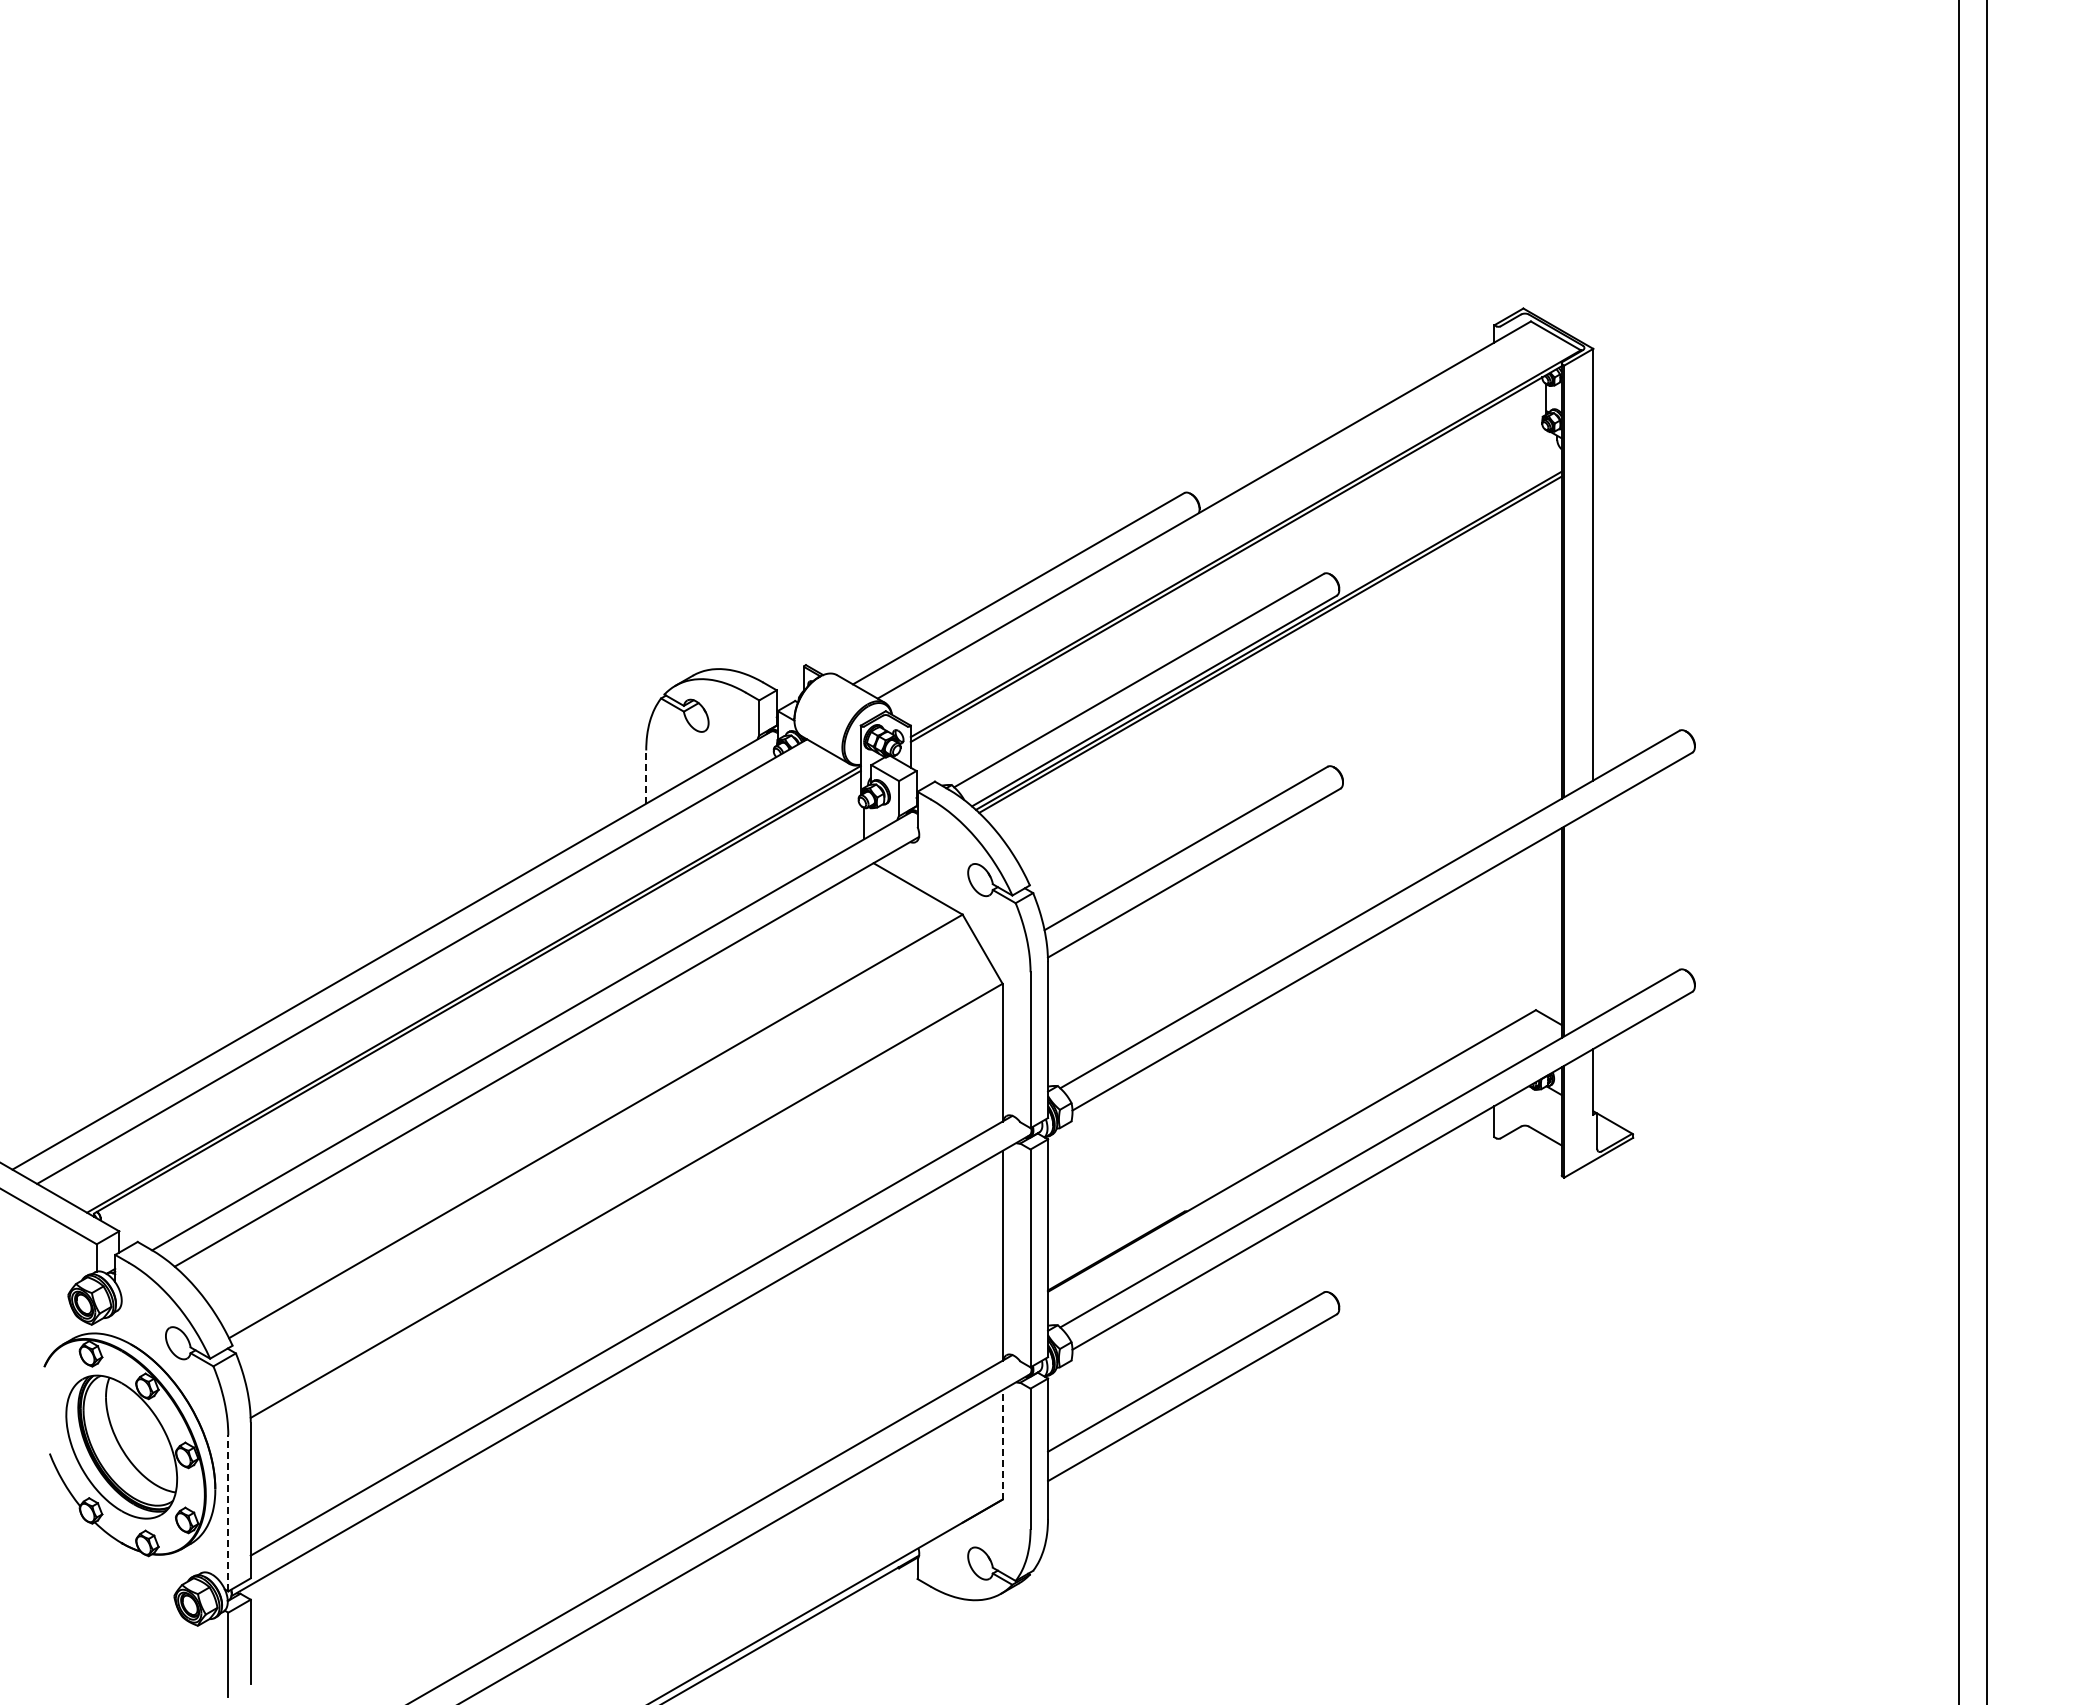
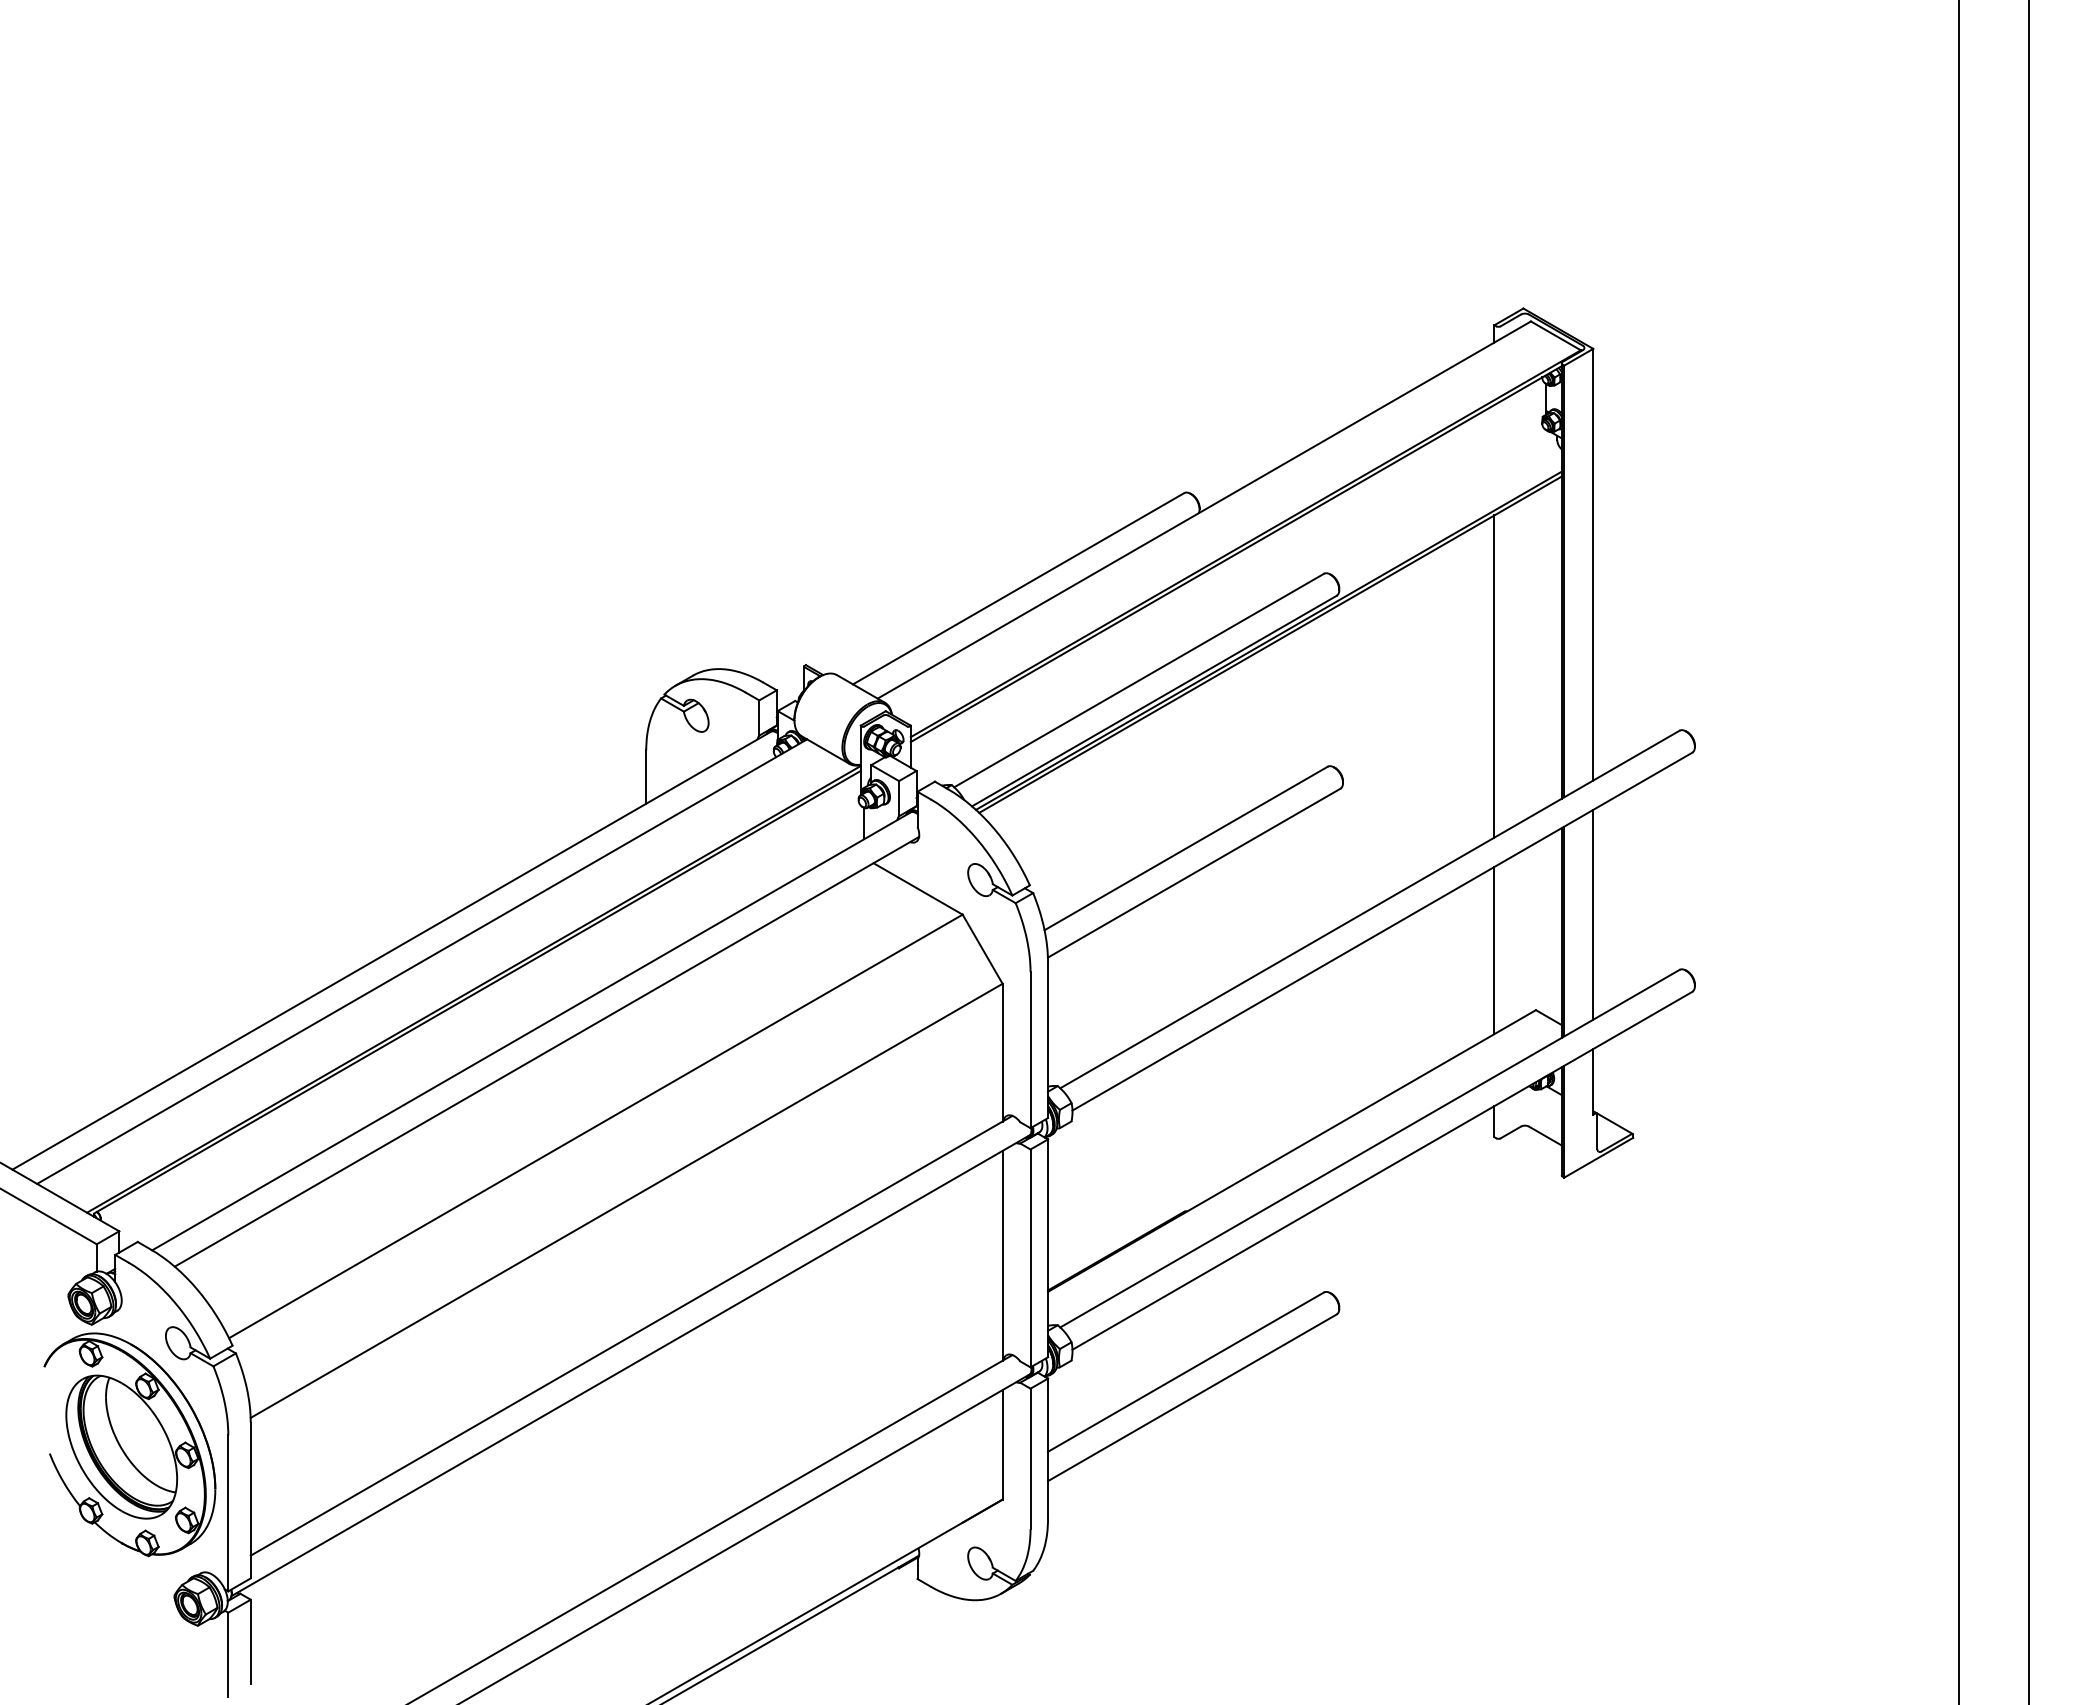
line at (1494, 676): none -> present
line at (646, 777): dashed -> solid
line at (1987, 851) position: (1987, 851) -> (2029, 851)
line at (1593, 914): none -> present
line at (1494, 950): none -> present
line at (1002, 1444): dashed -> solid
line at (228, 1513): dashed -> solid
